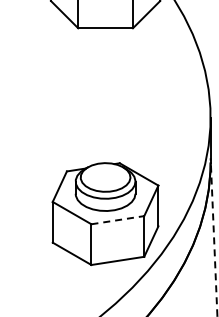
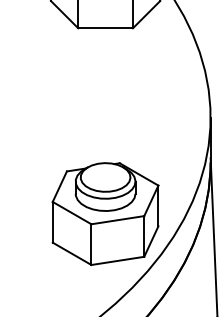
line at (117, 220): dashed -> solid
line at (214, 236): dashed -> solid
